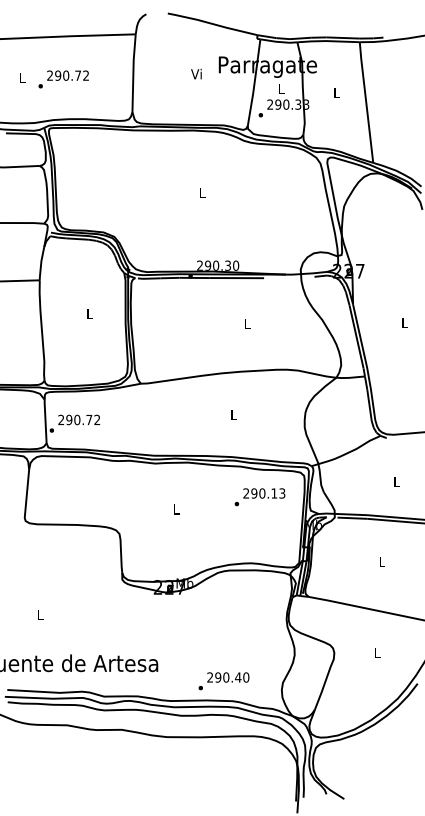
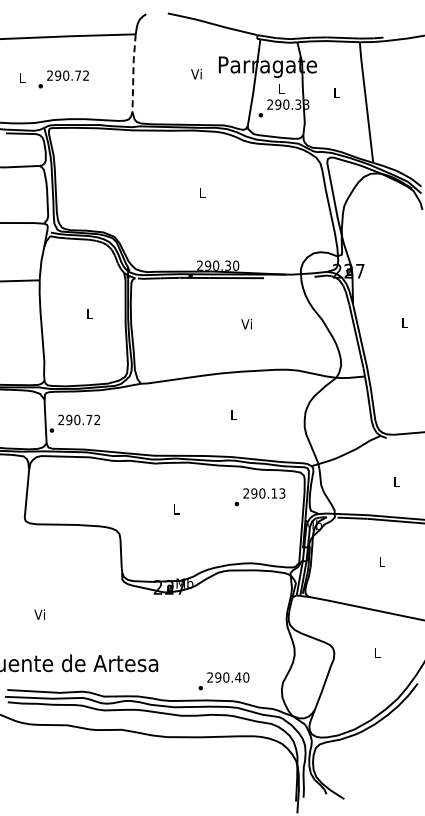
line at (133, 72): solid -> dashed
text at (246, 323): L -> Vi
text at (39, 614): L -> Vi
